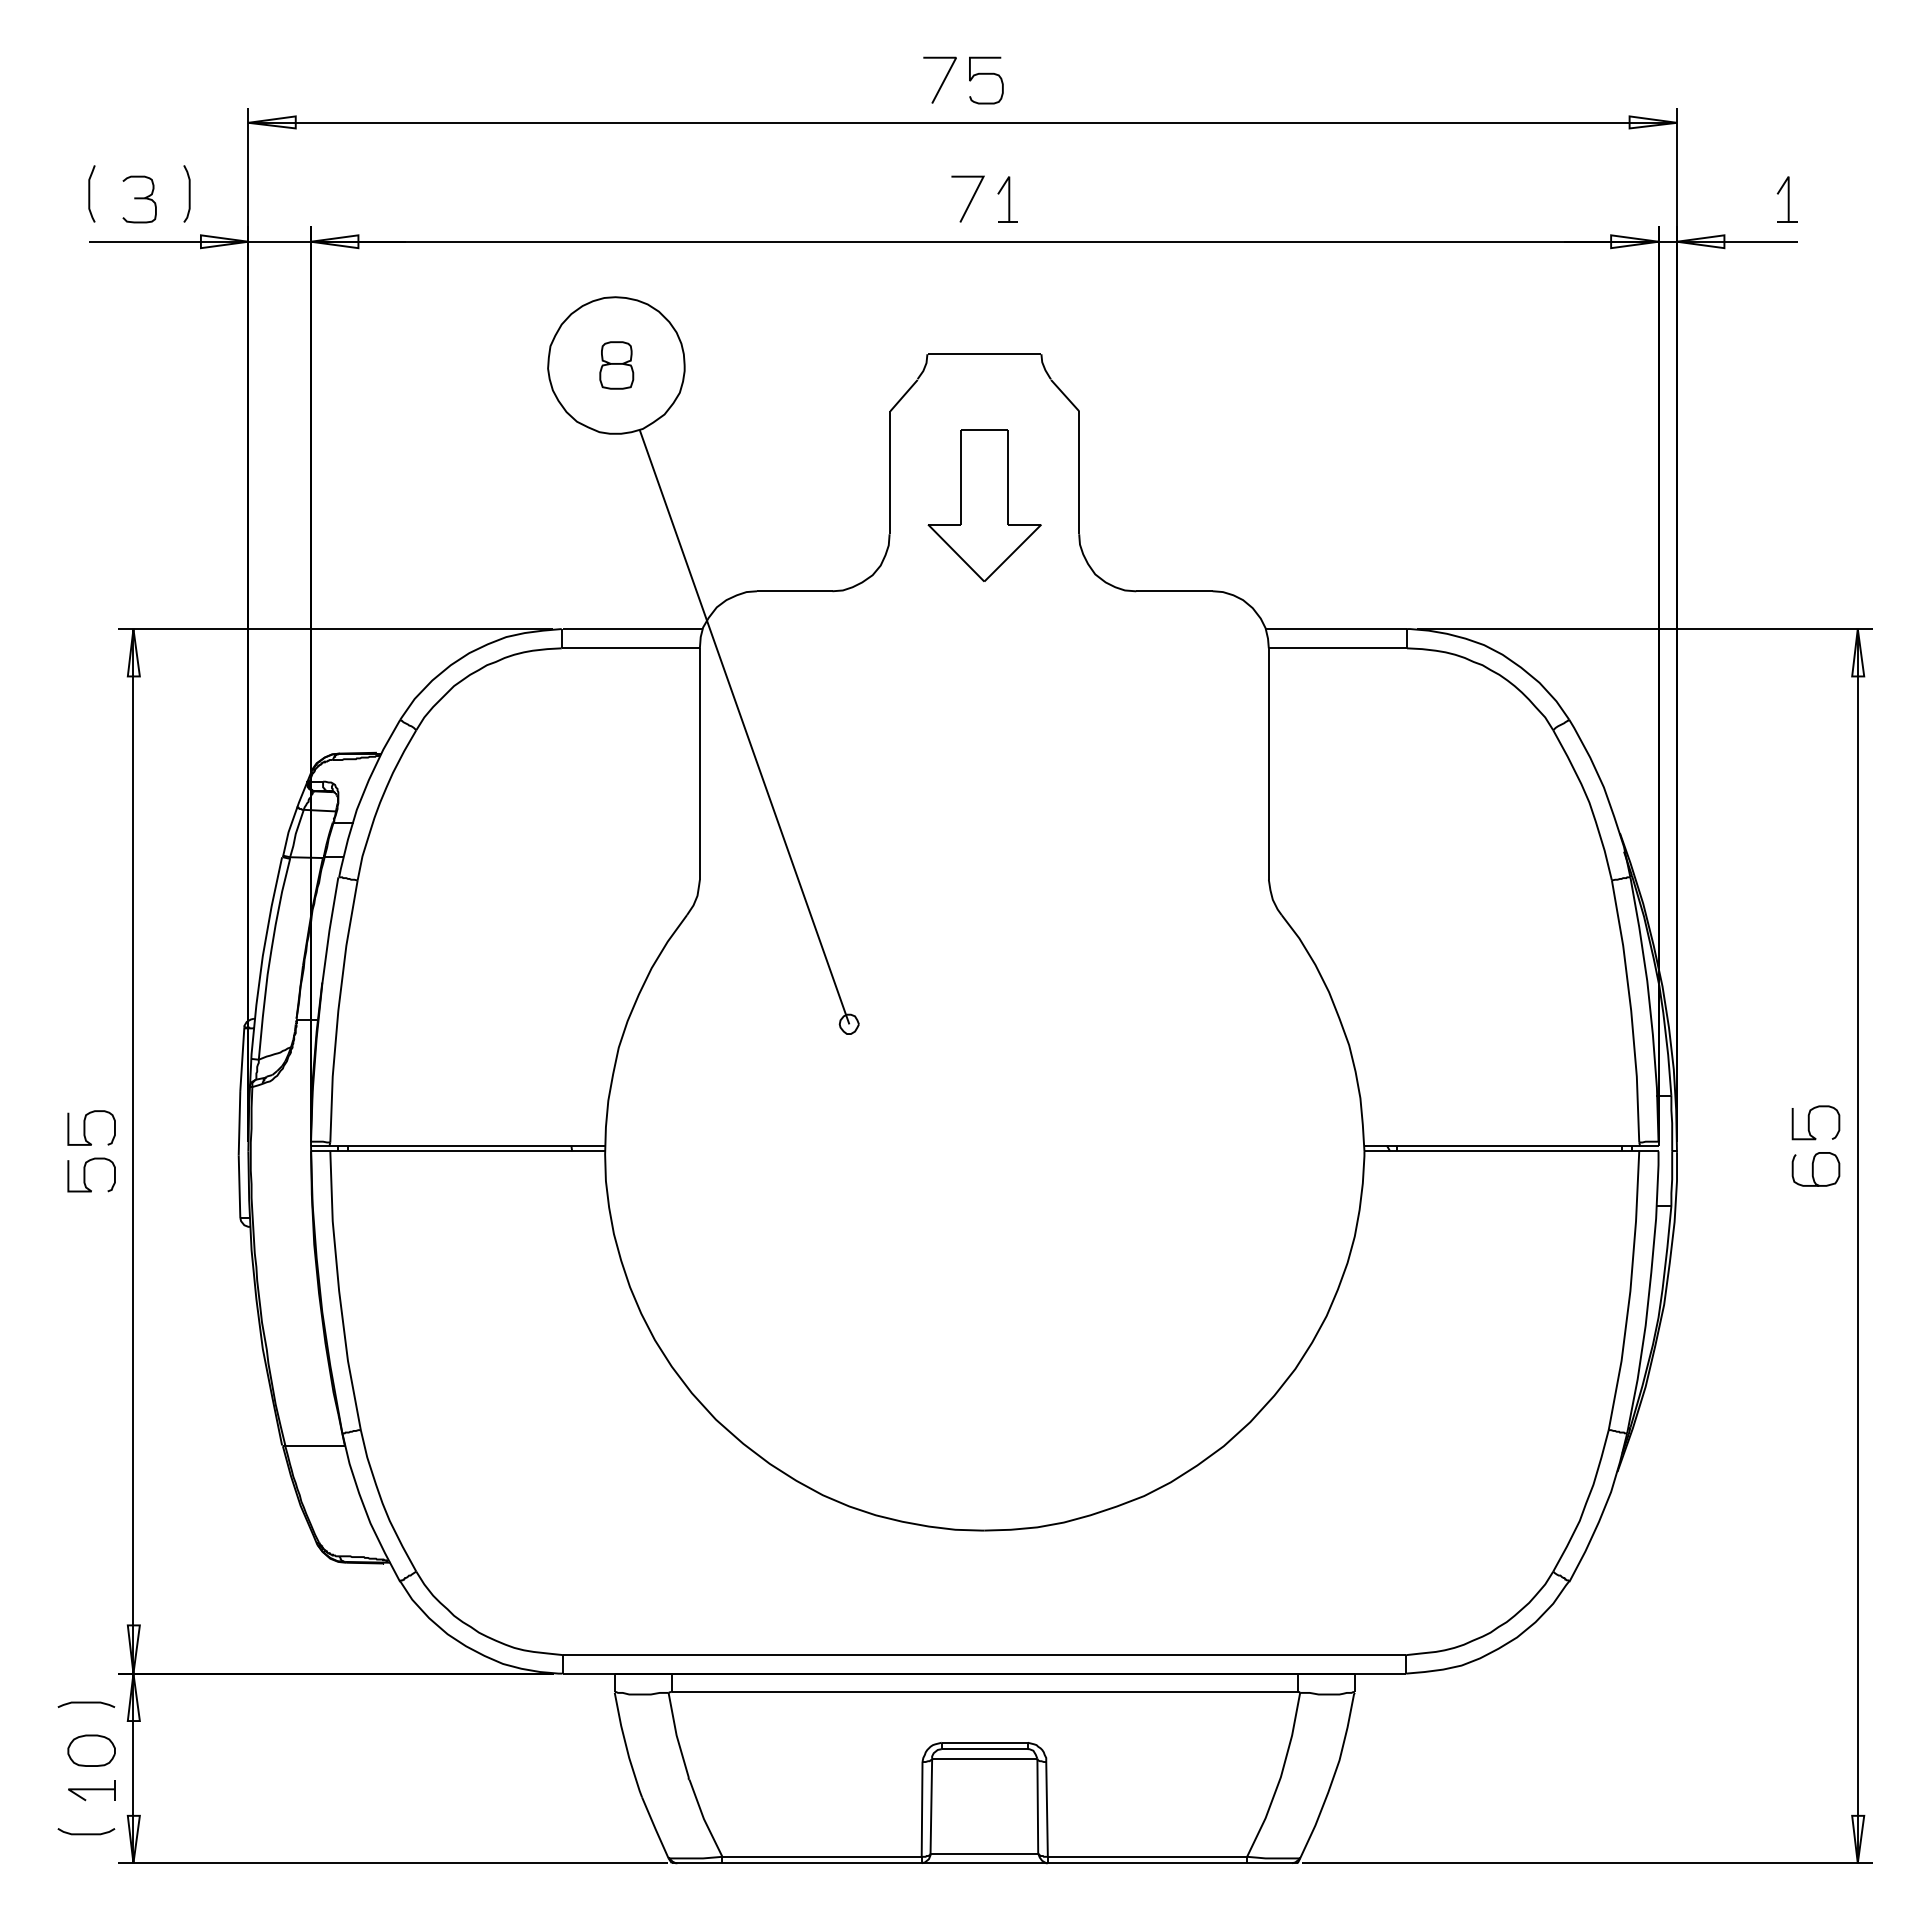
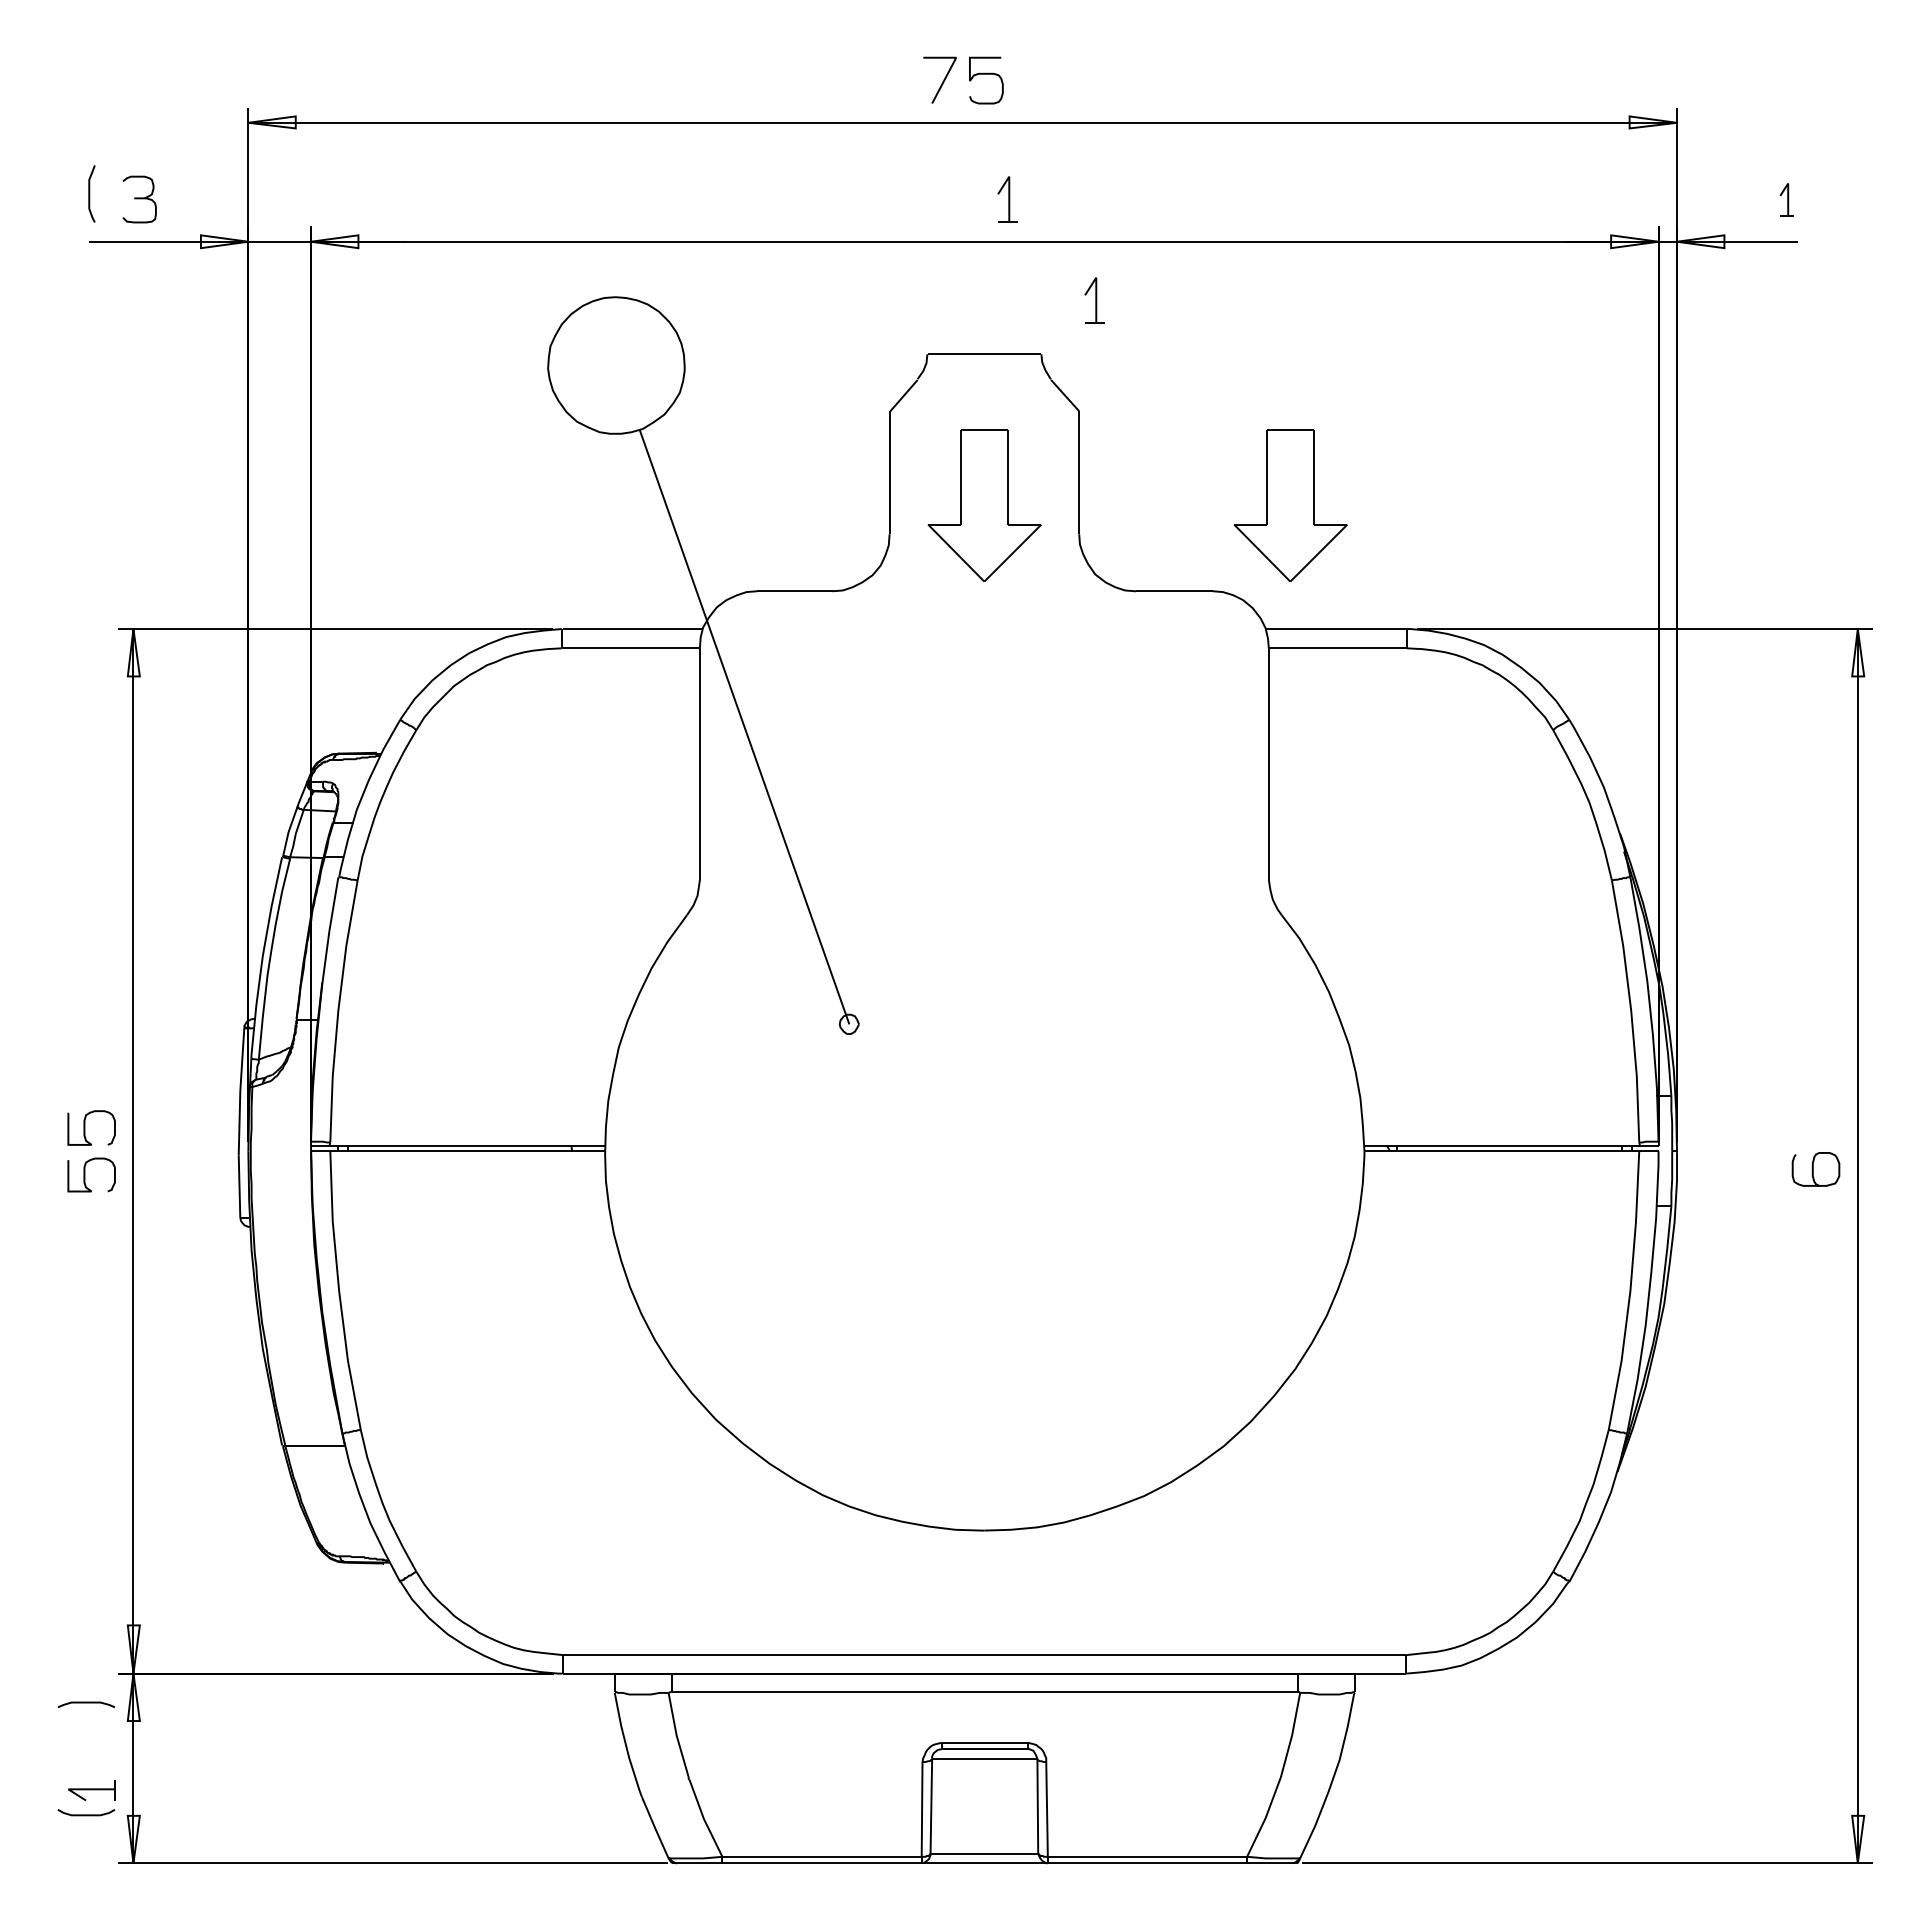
curve at (188, 193): present -> none
curve at (970, 199): present -> none
part at (1786, 199) size: 22x47 px -> 15x34 px
part at (1094, 300): none -> present
curve at (616, 364): present -> none
part at (1290, 505): none -> present
curve at (1809, 1122): present -> none
part at (91, 1750): present -> none
curve at (86, 1833) position: (86, 1833) -> (86, 1814)
